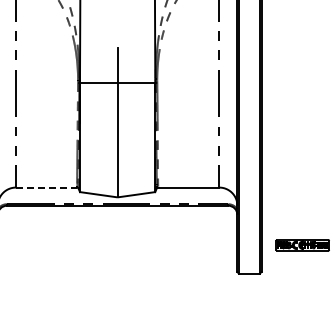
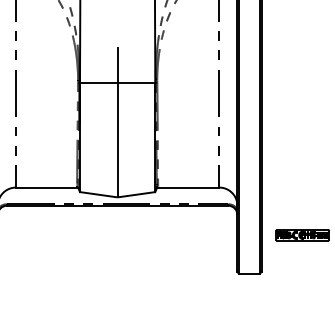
line at (46, 187): dashed -> solid
part at (302, 245) position: (302, 245) -> (302, 235)
